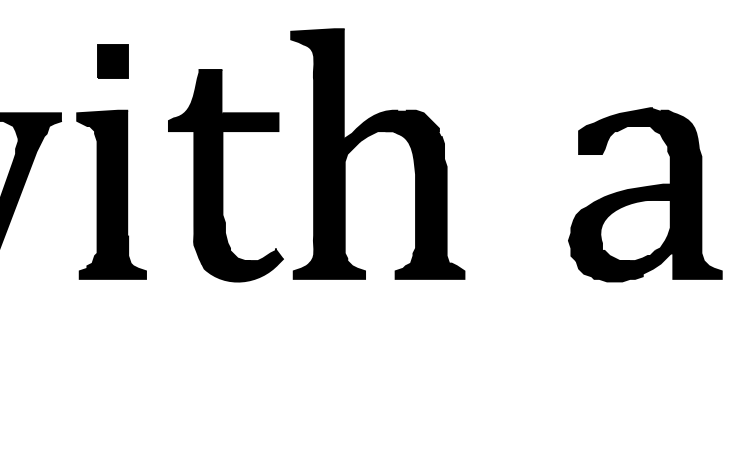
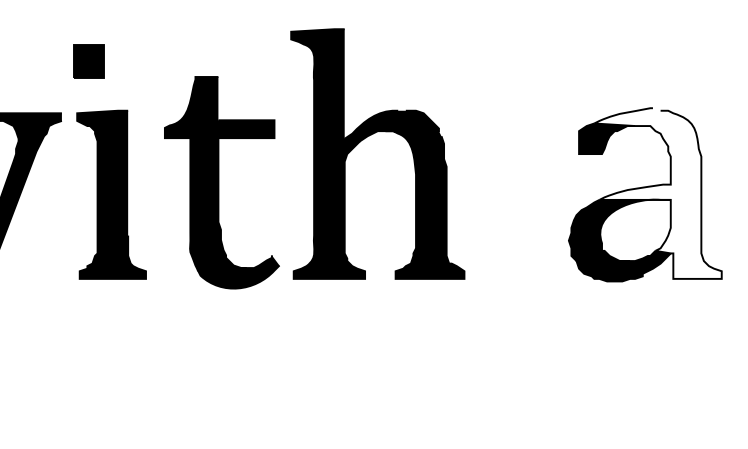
part at (112, 61) position: (112, 61) -> (88, 61)
part at (225, 175) position: (225, 175) -> (221, 182)
fill at (657, 193): present -> none
